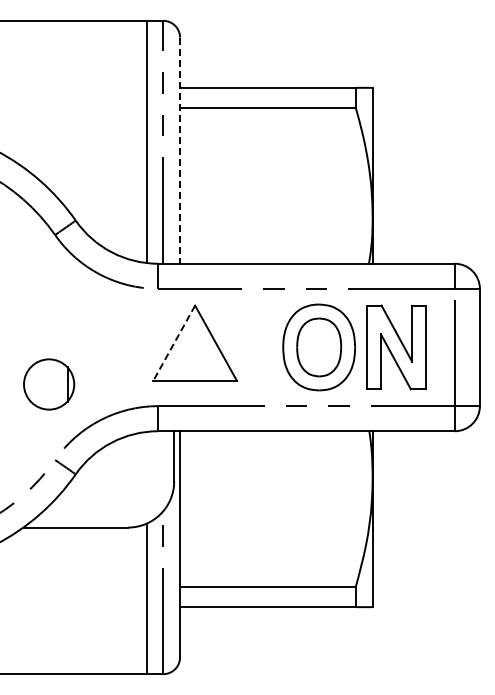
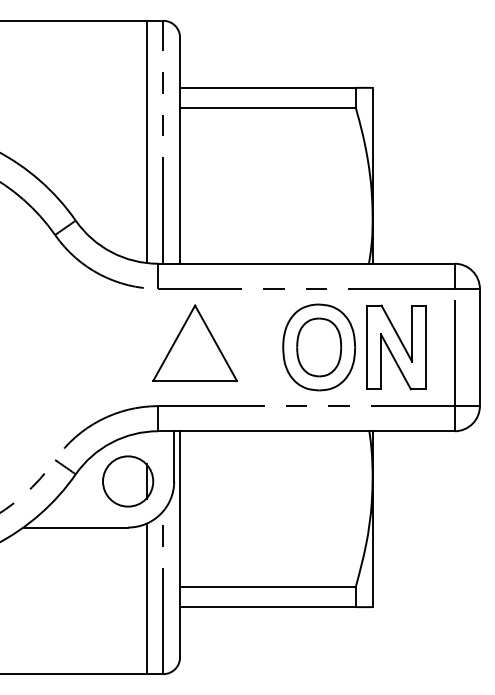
line at (180, 151): dashed -> solid
line at (173, 343): dashed -> solid
part at (49, 384) position: (49, 384) -> (128, 481)
